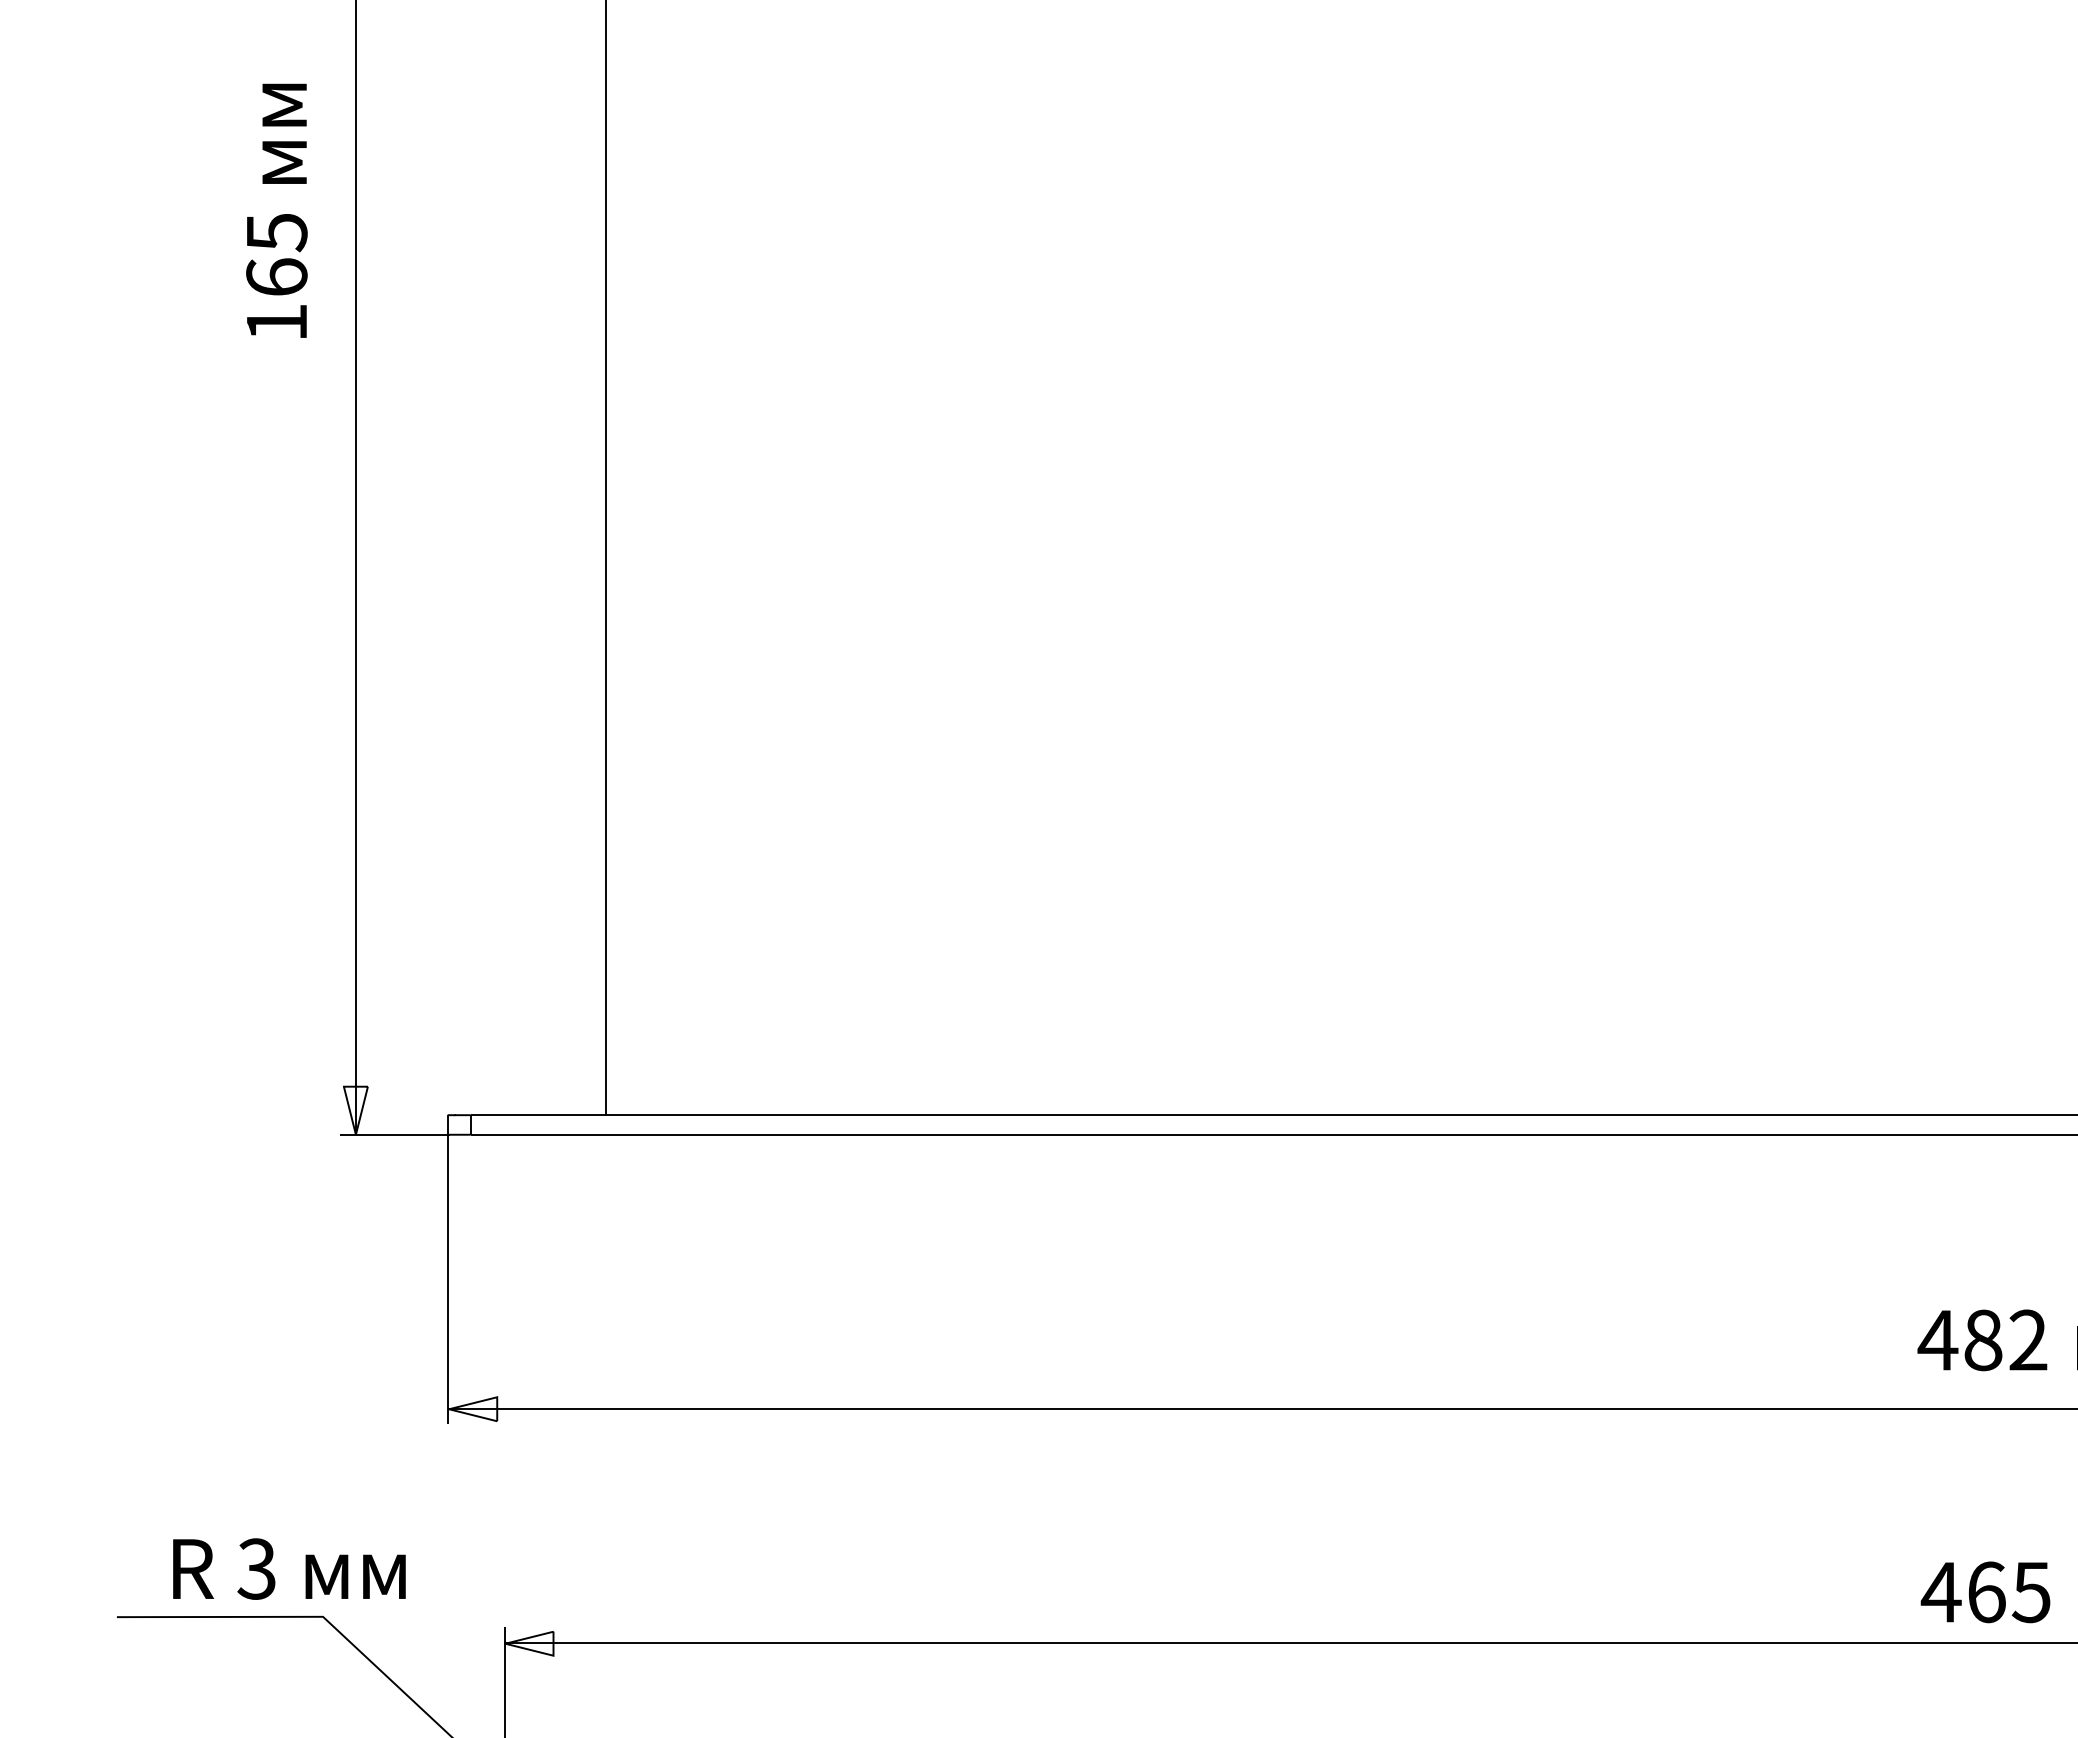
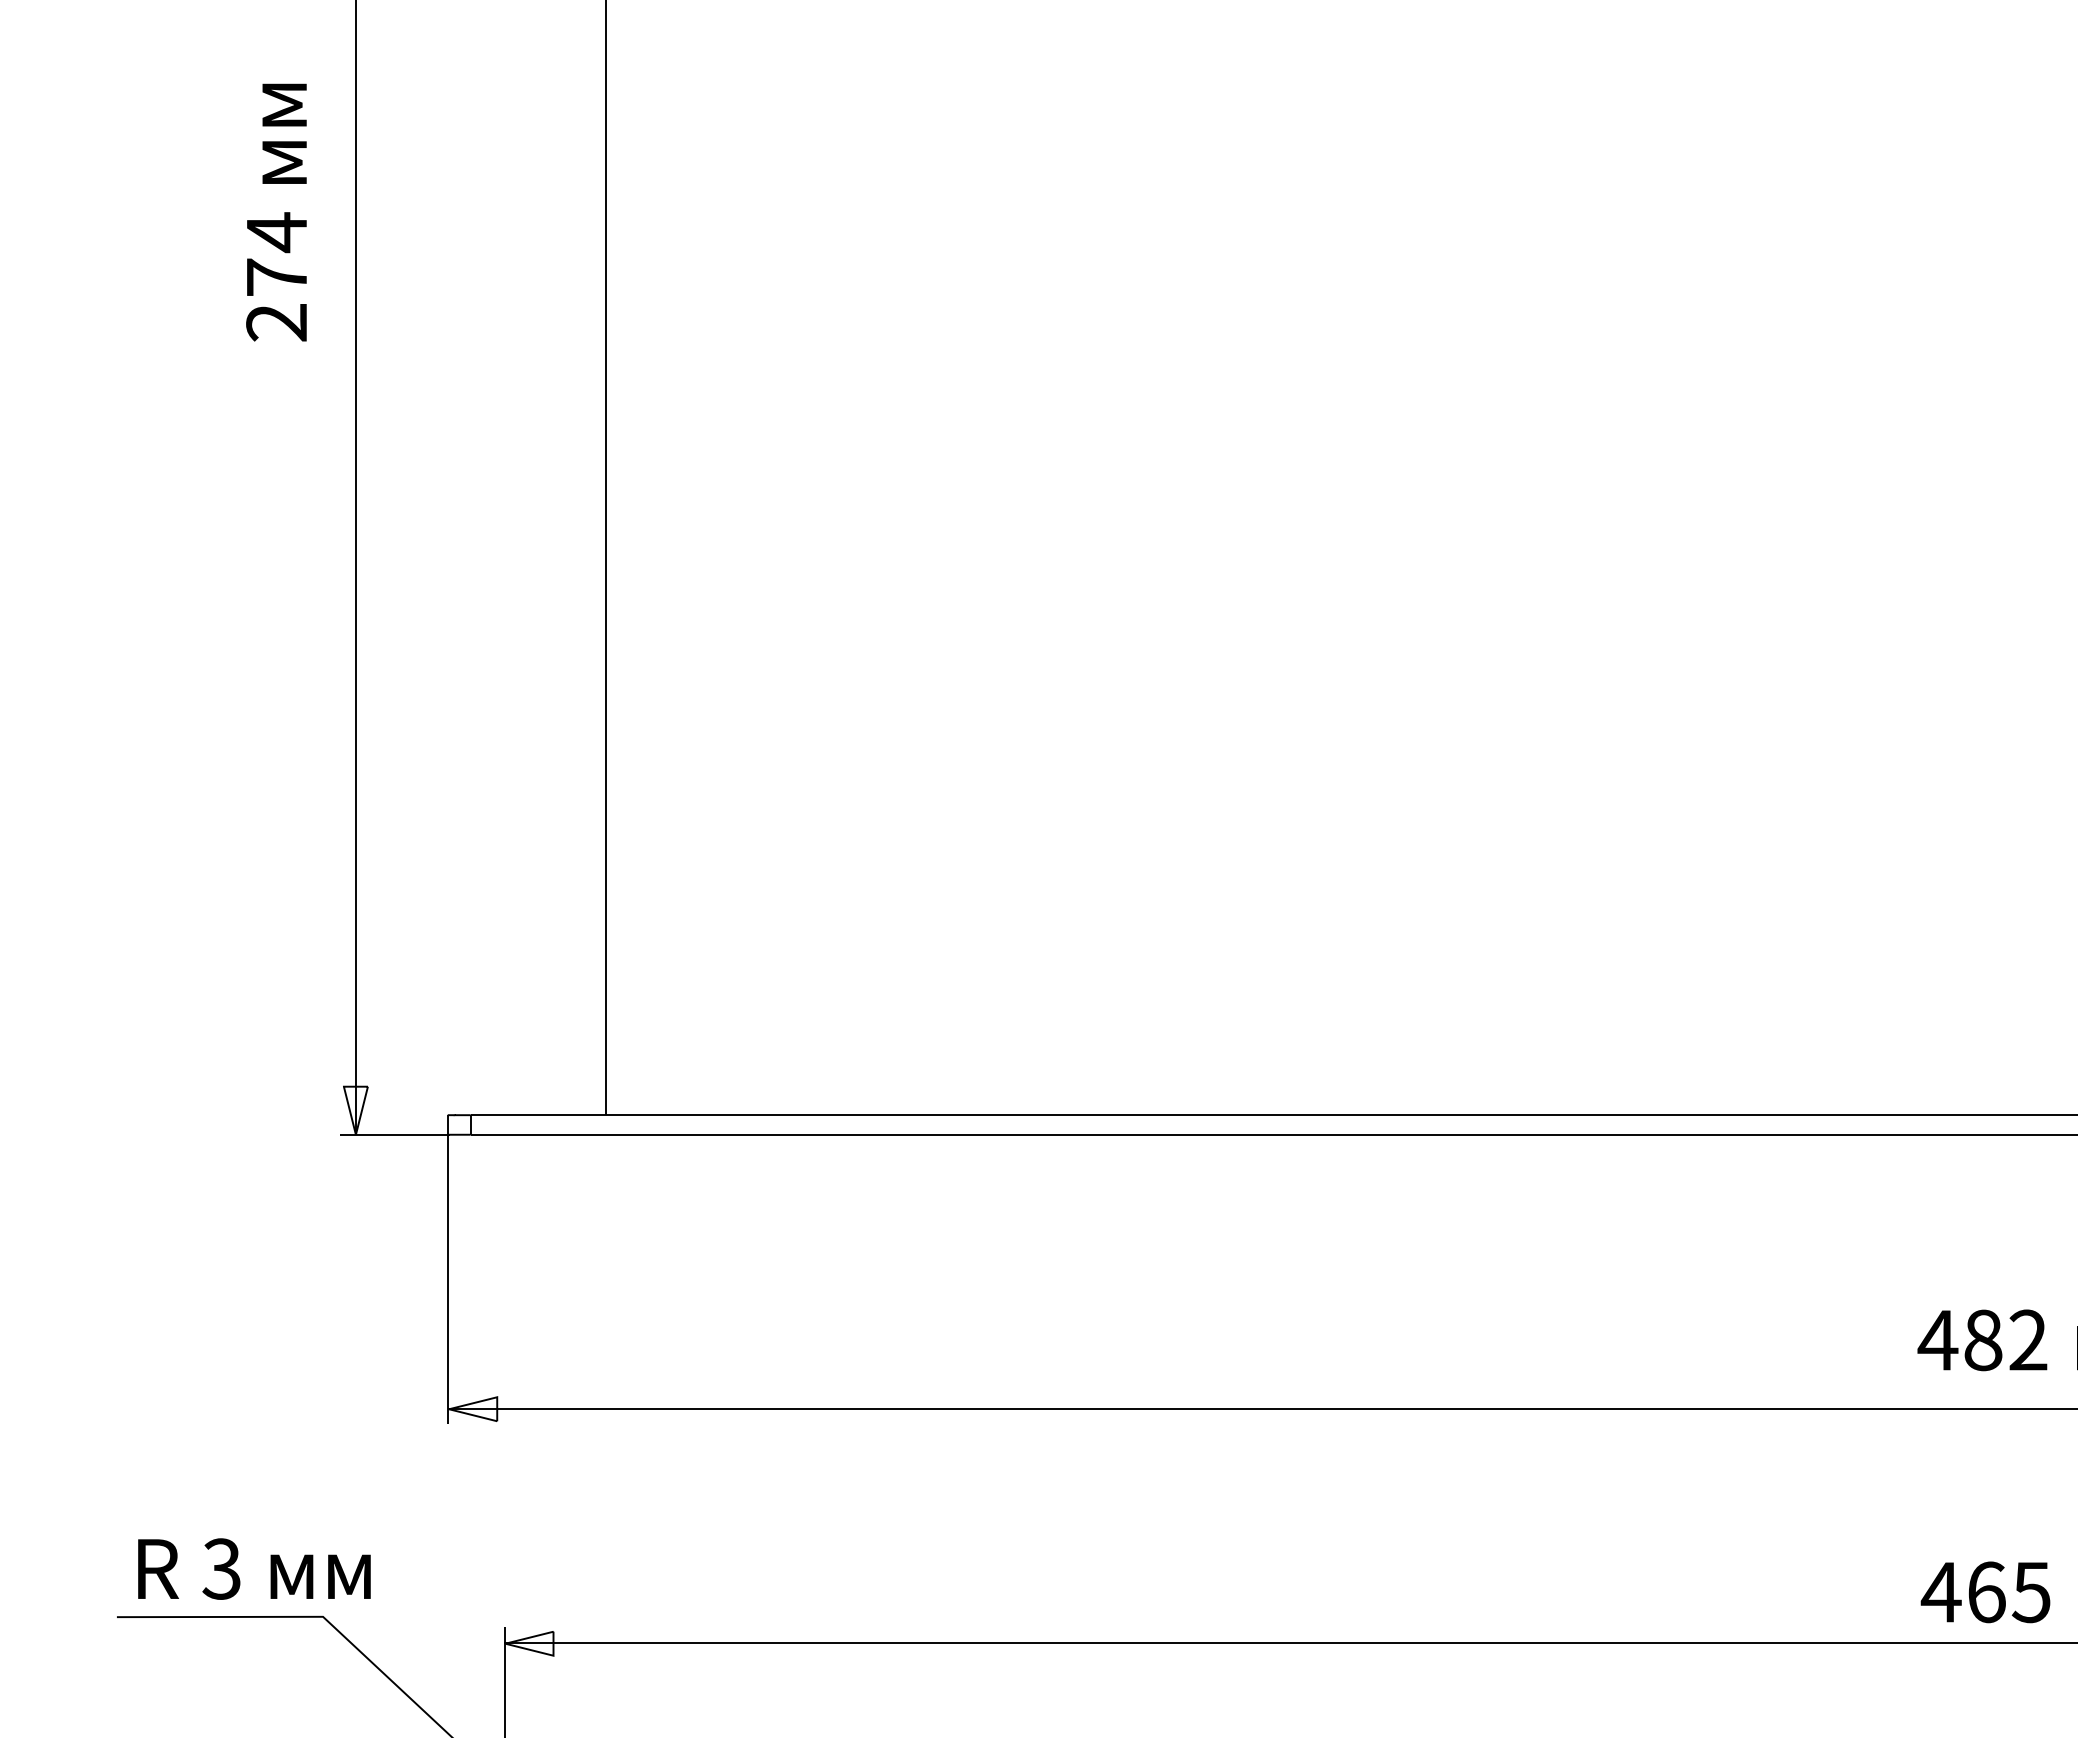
text at (276, 276): 165 -> 274
text at (289, 1568) position: (289, 1568) -> (254, 1568)
